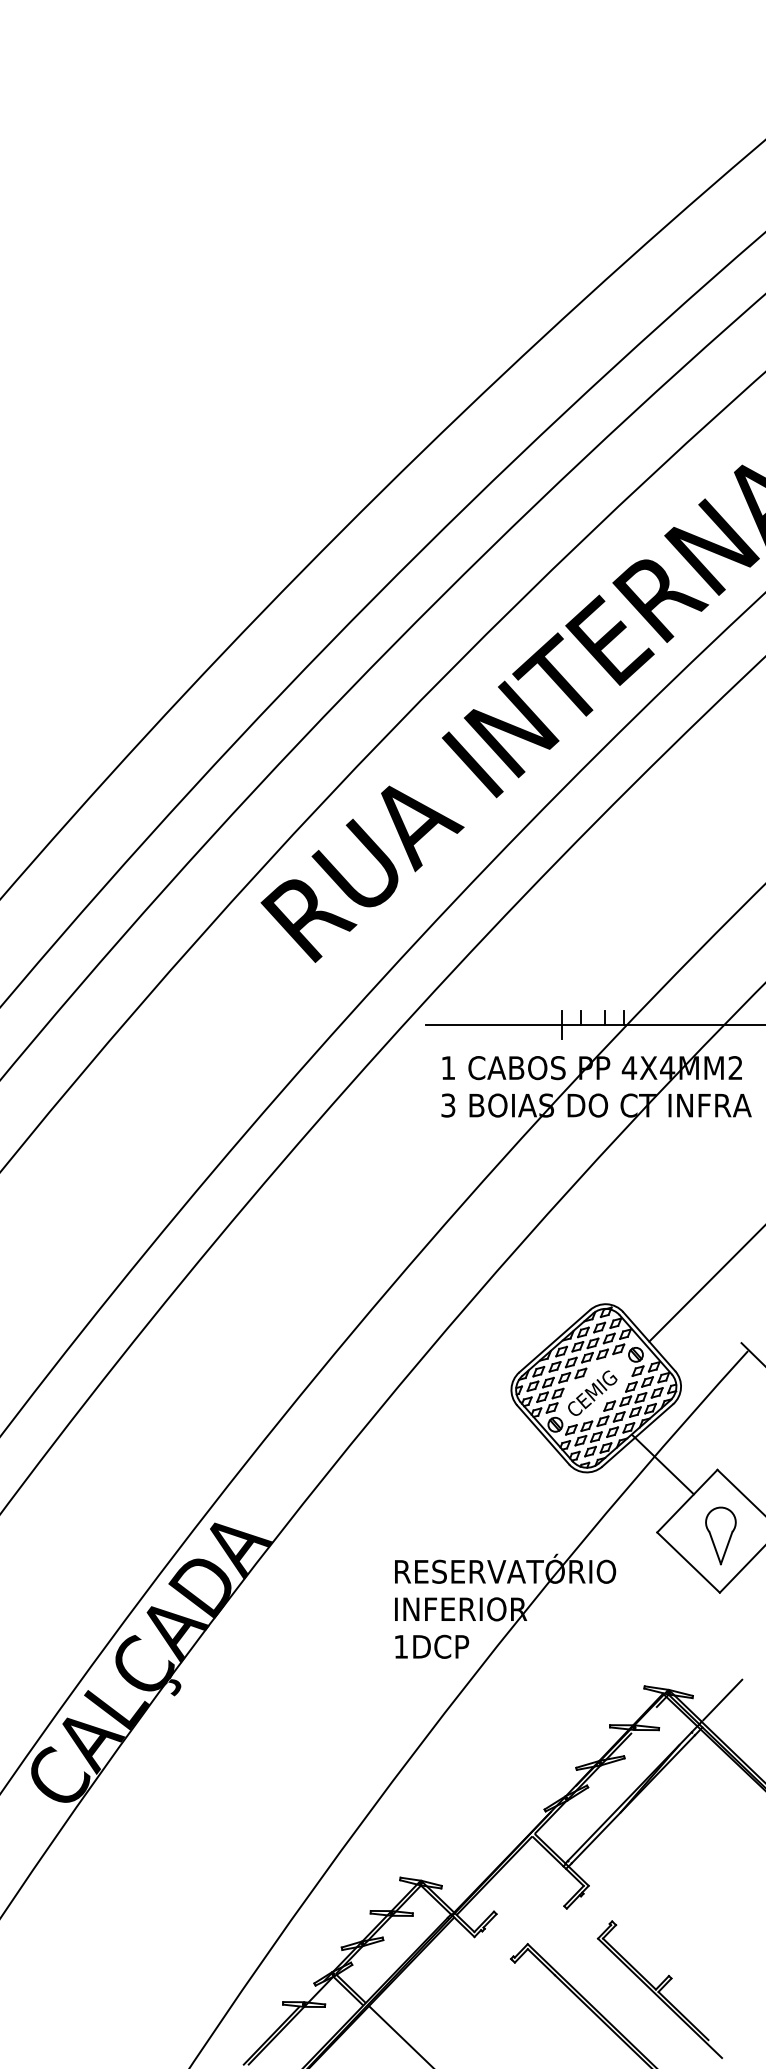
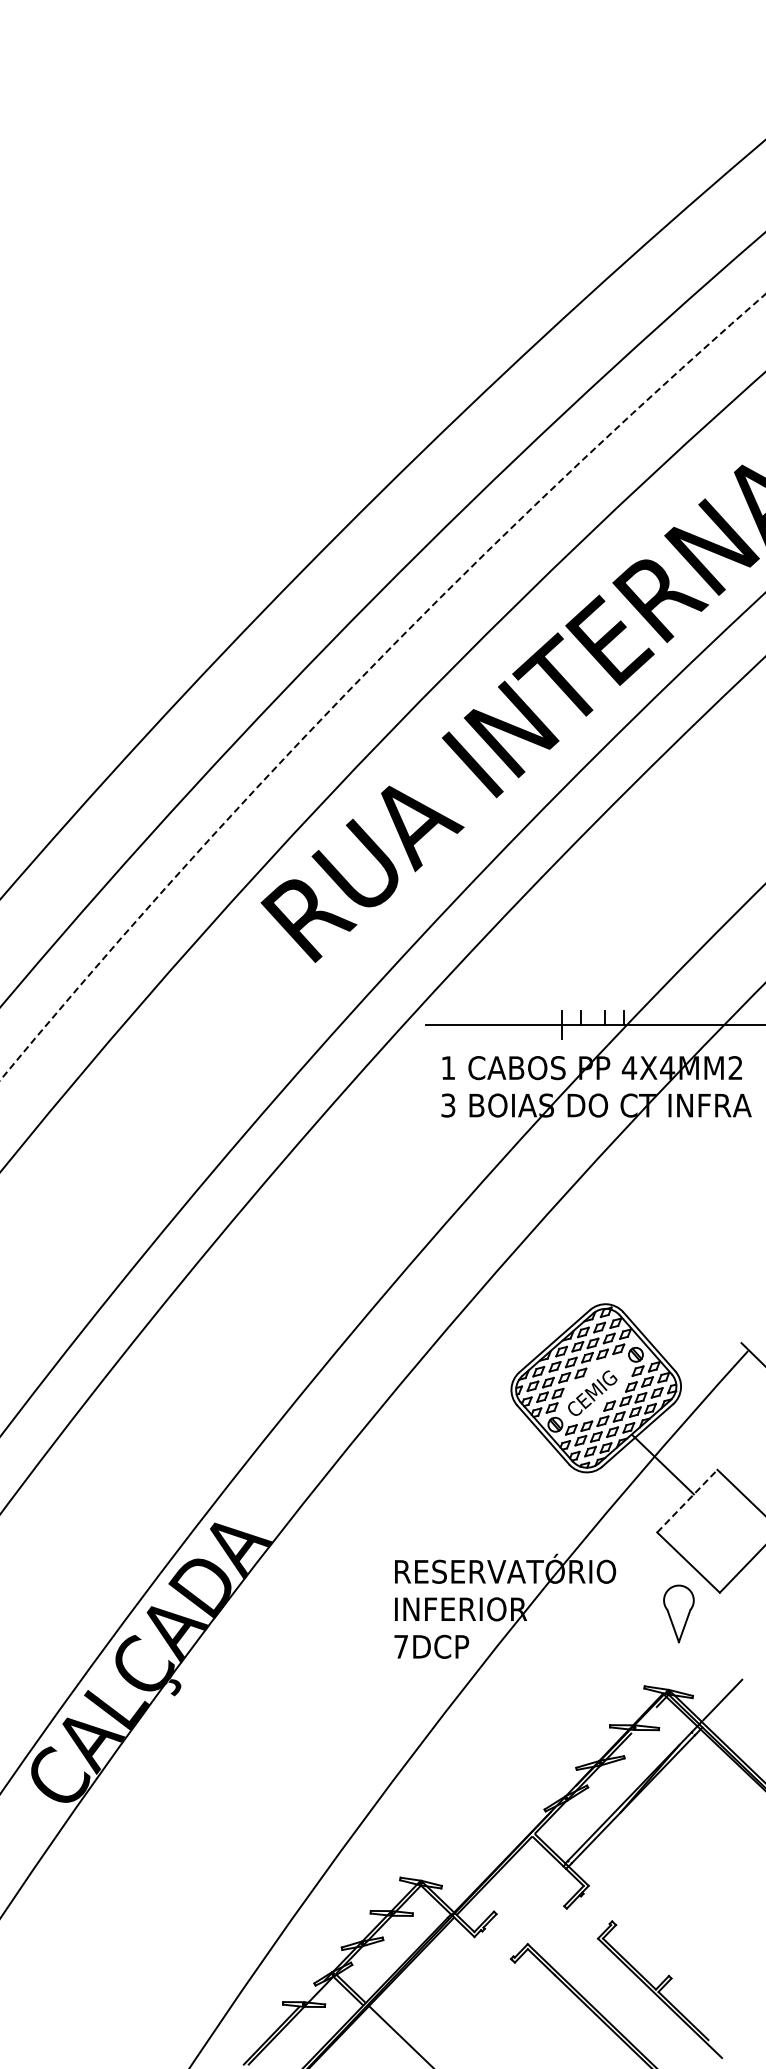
arc at (366, 672): solid -> dashed
line at (705, 1284): present -> none
line at (687, 1500): solid -> dashed
part at (720, 1535) position: (720, 1535) -> (678, 1613)
text at (400, 1646): 1DCP -> 7DCP
